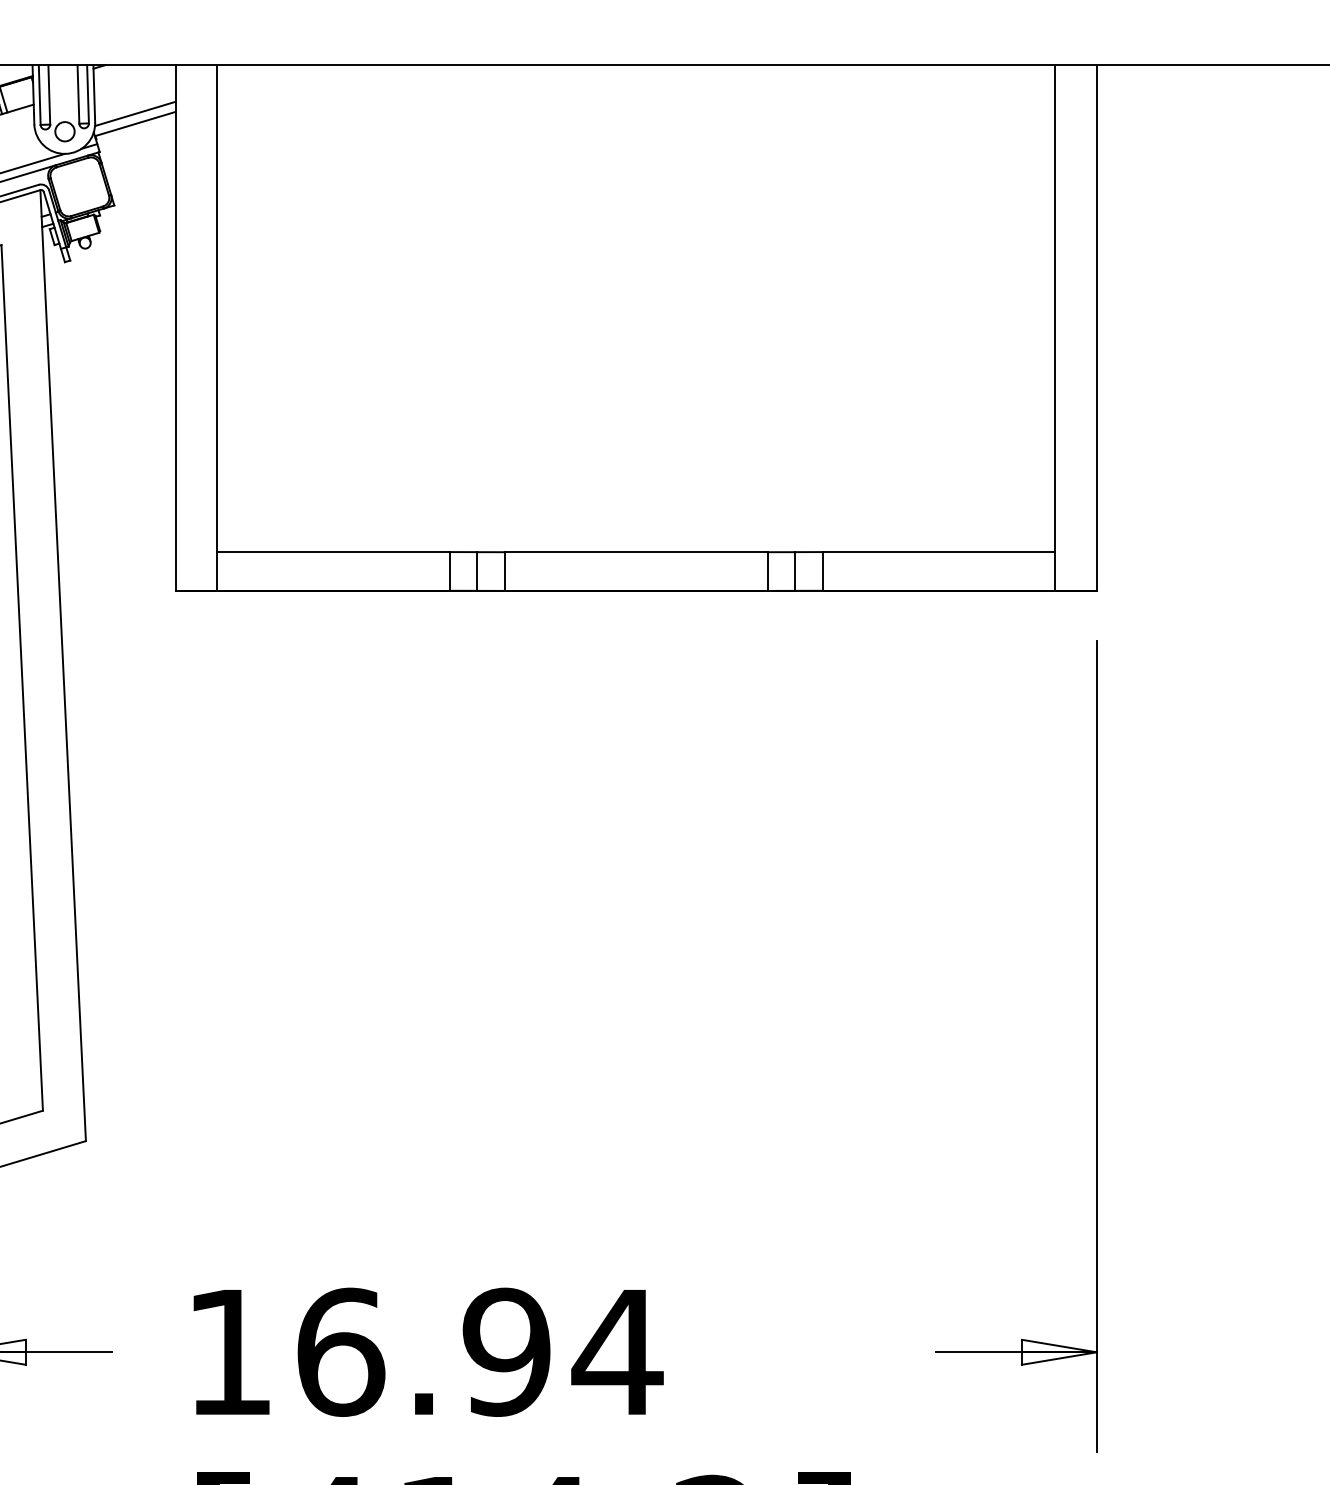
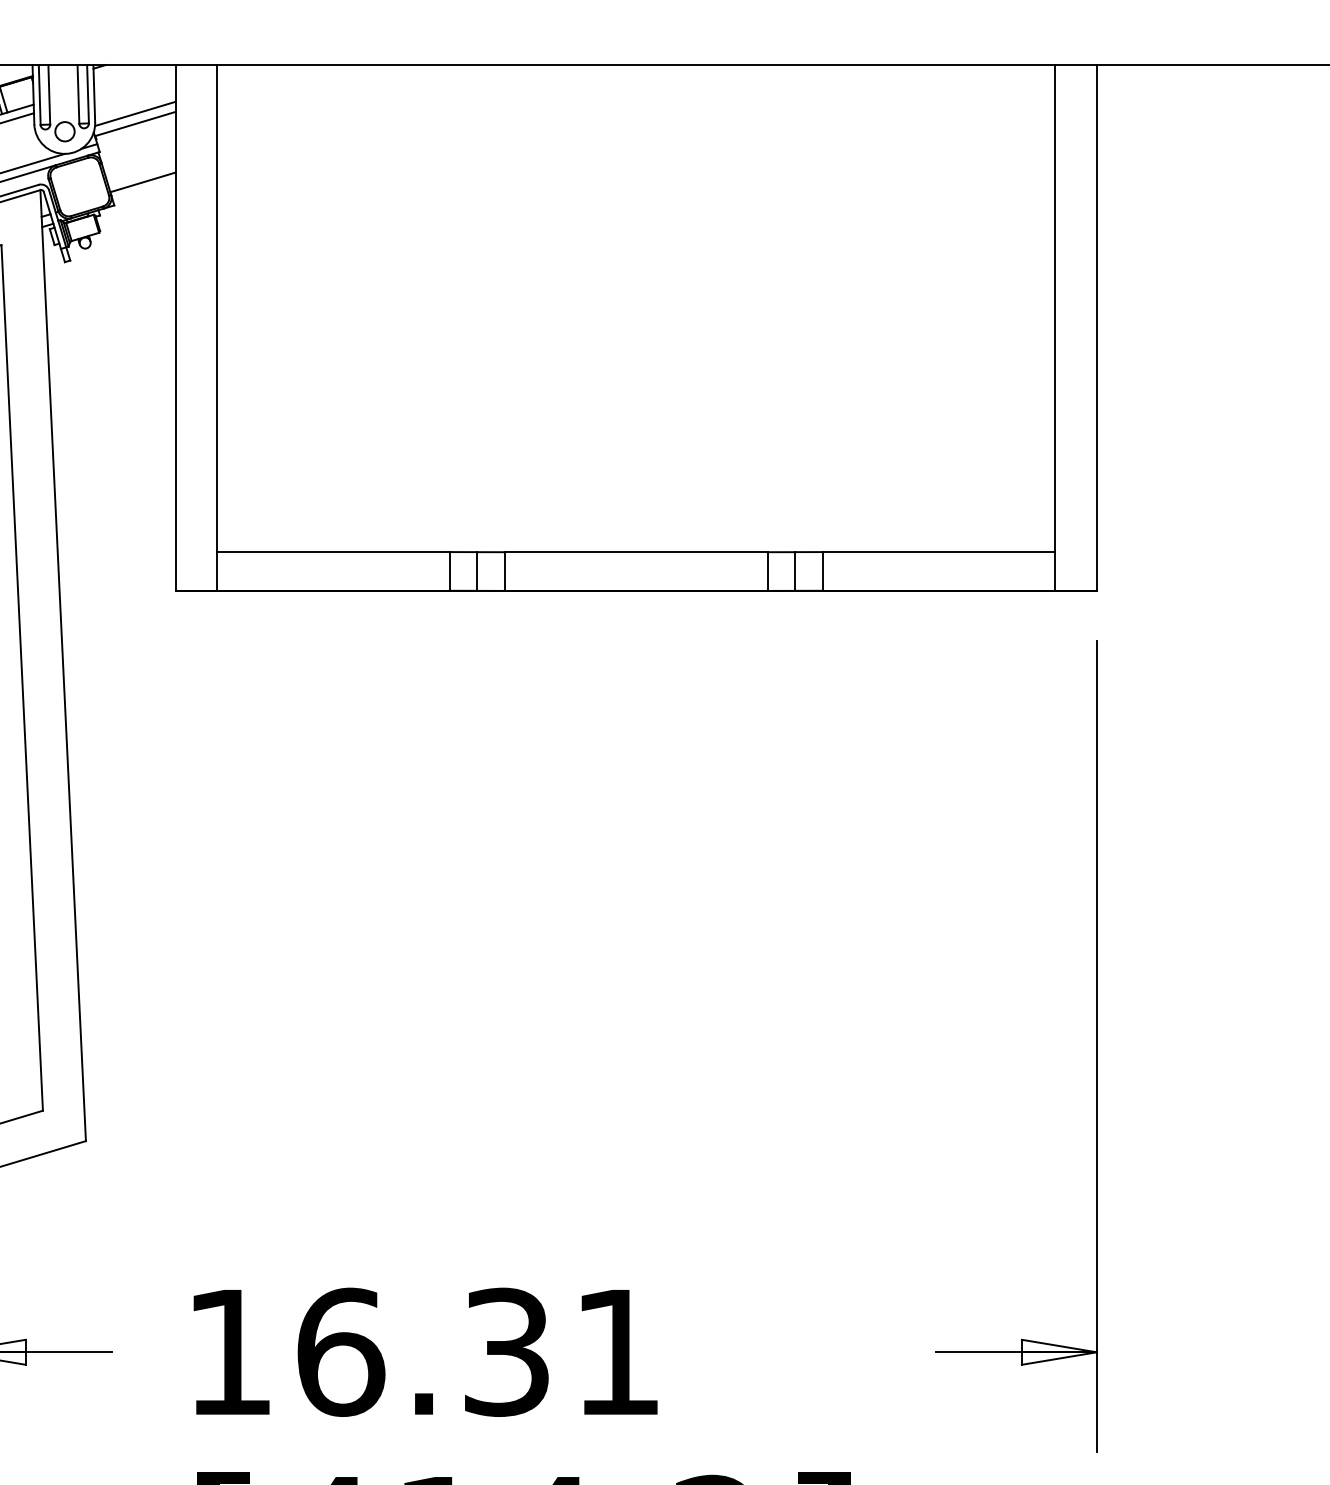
line at (18, 117): none -> present
line at (142, 182): none -> present
text at (562, 1351): 16.94 -> 16.31
